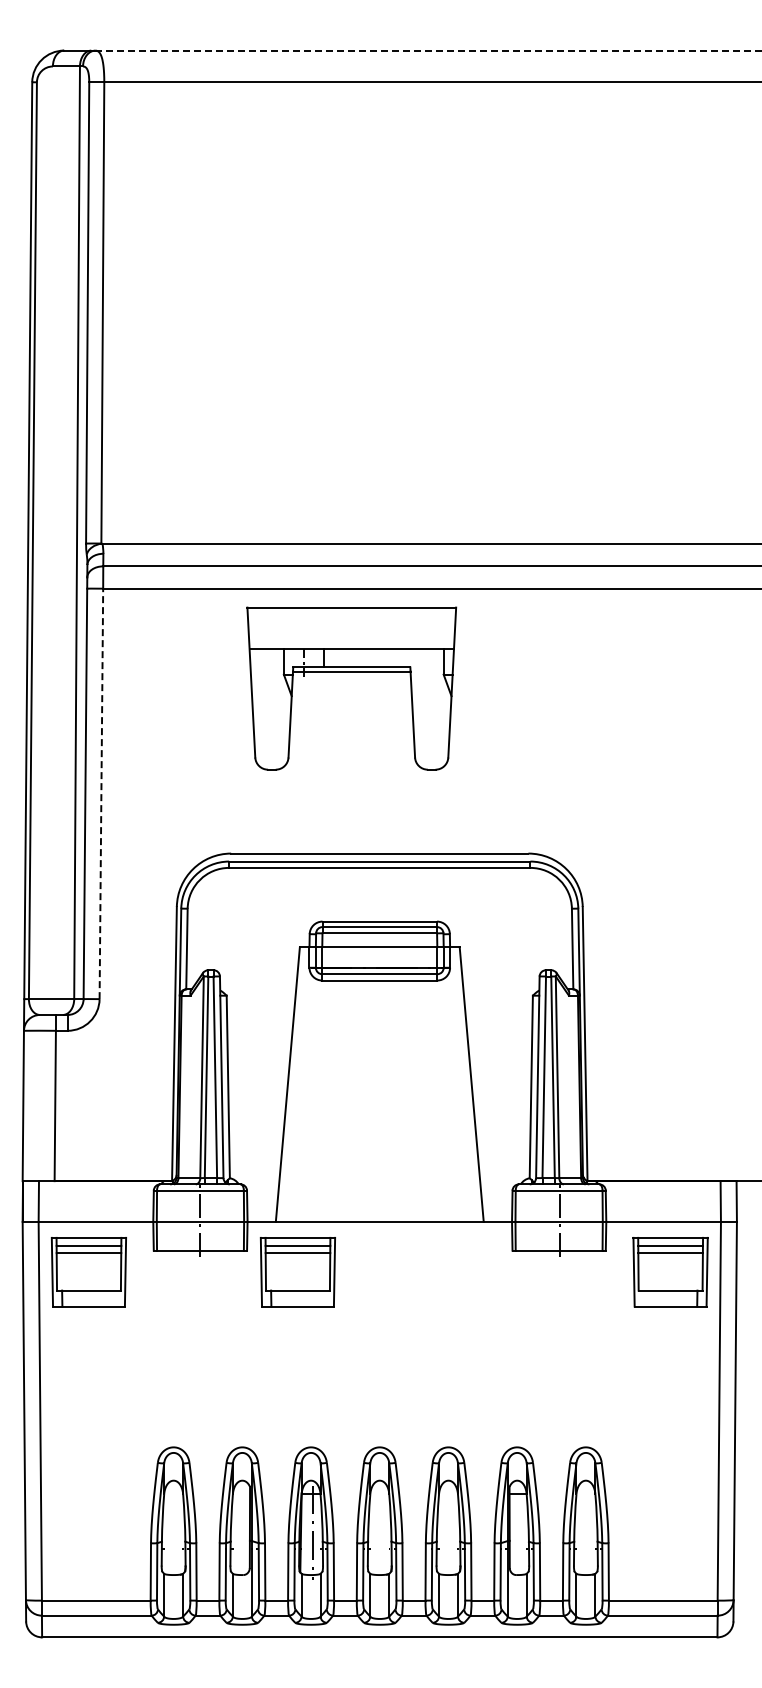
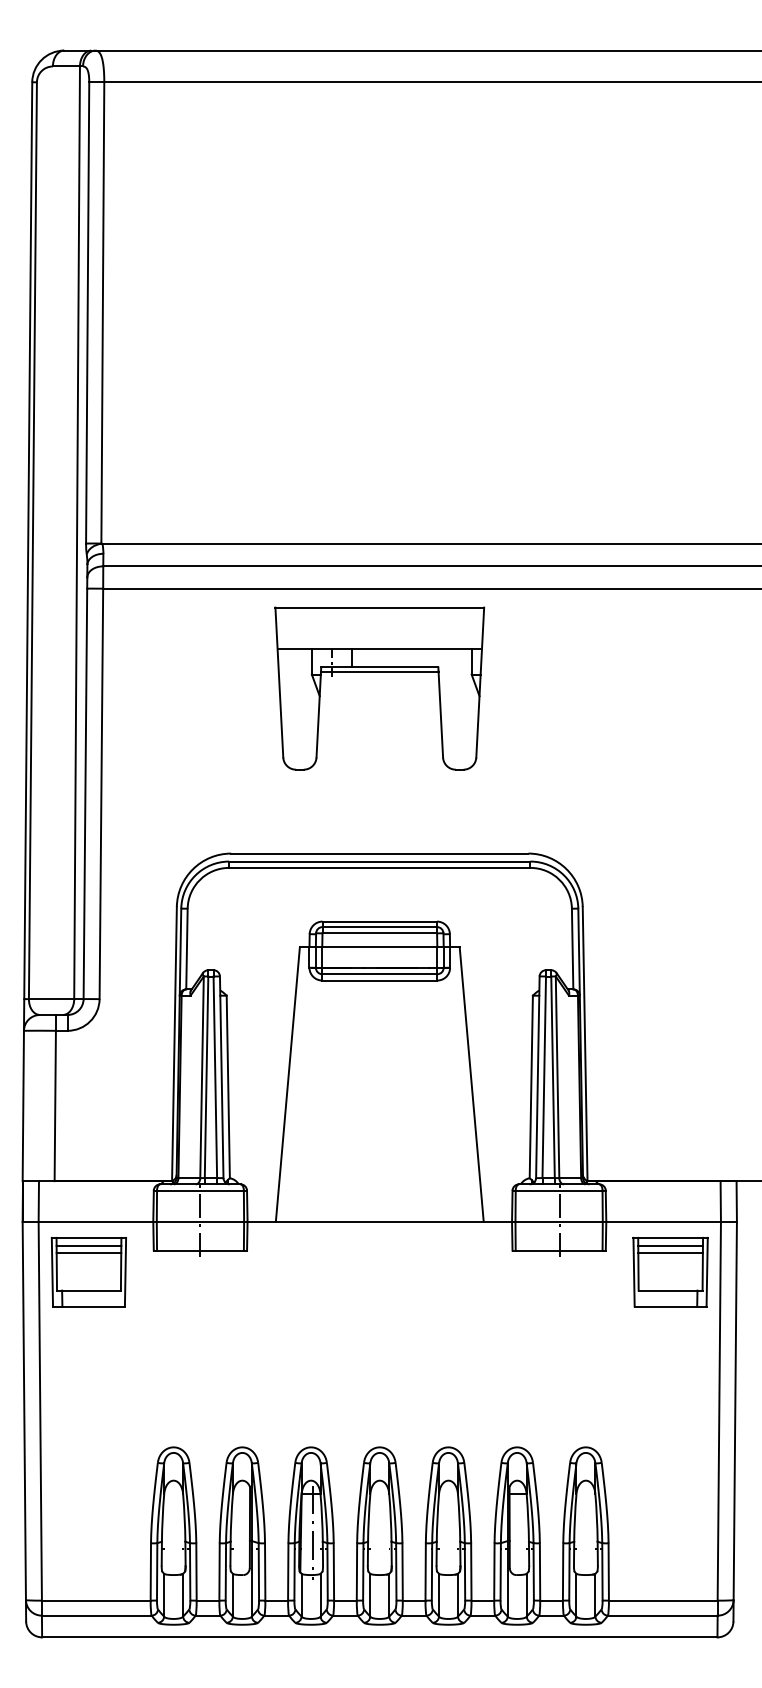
line at (428, 50): dashed -> solid
part at (351, 672) position: (351, 672) -> (379, 672)
line at (101, 793): dashed -> solid
part at (297, 1272): present -> none
